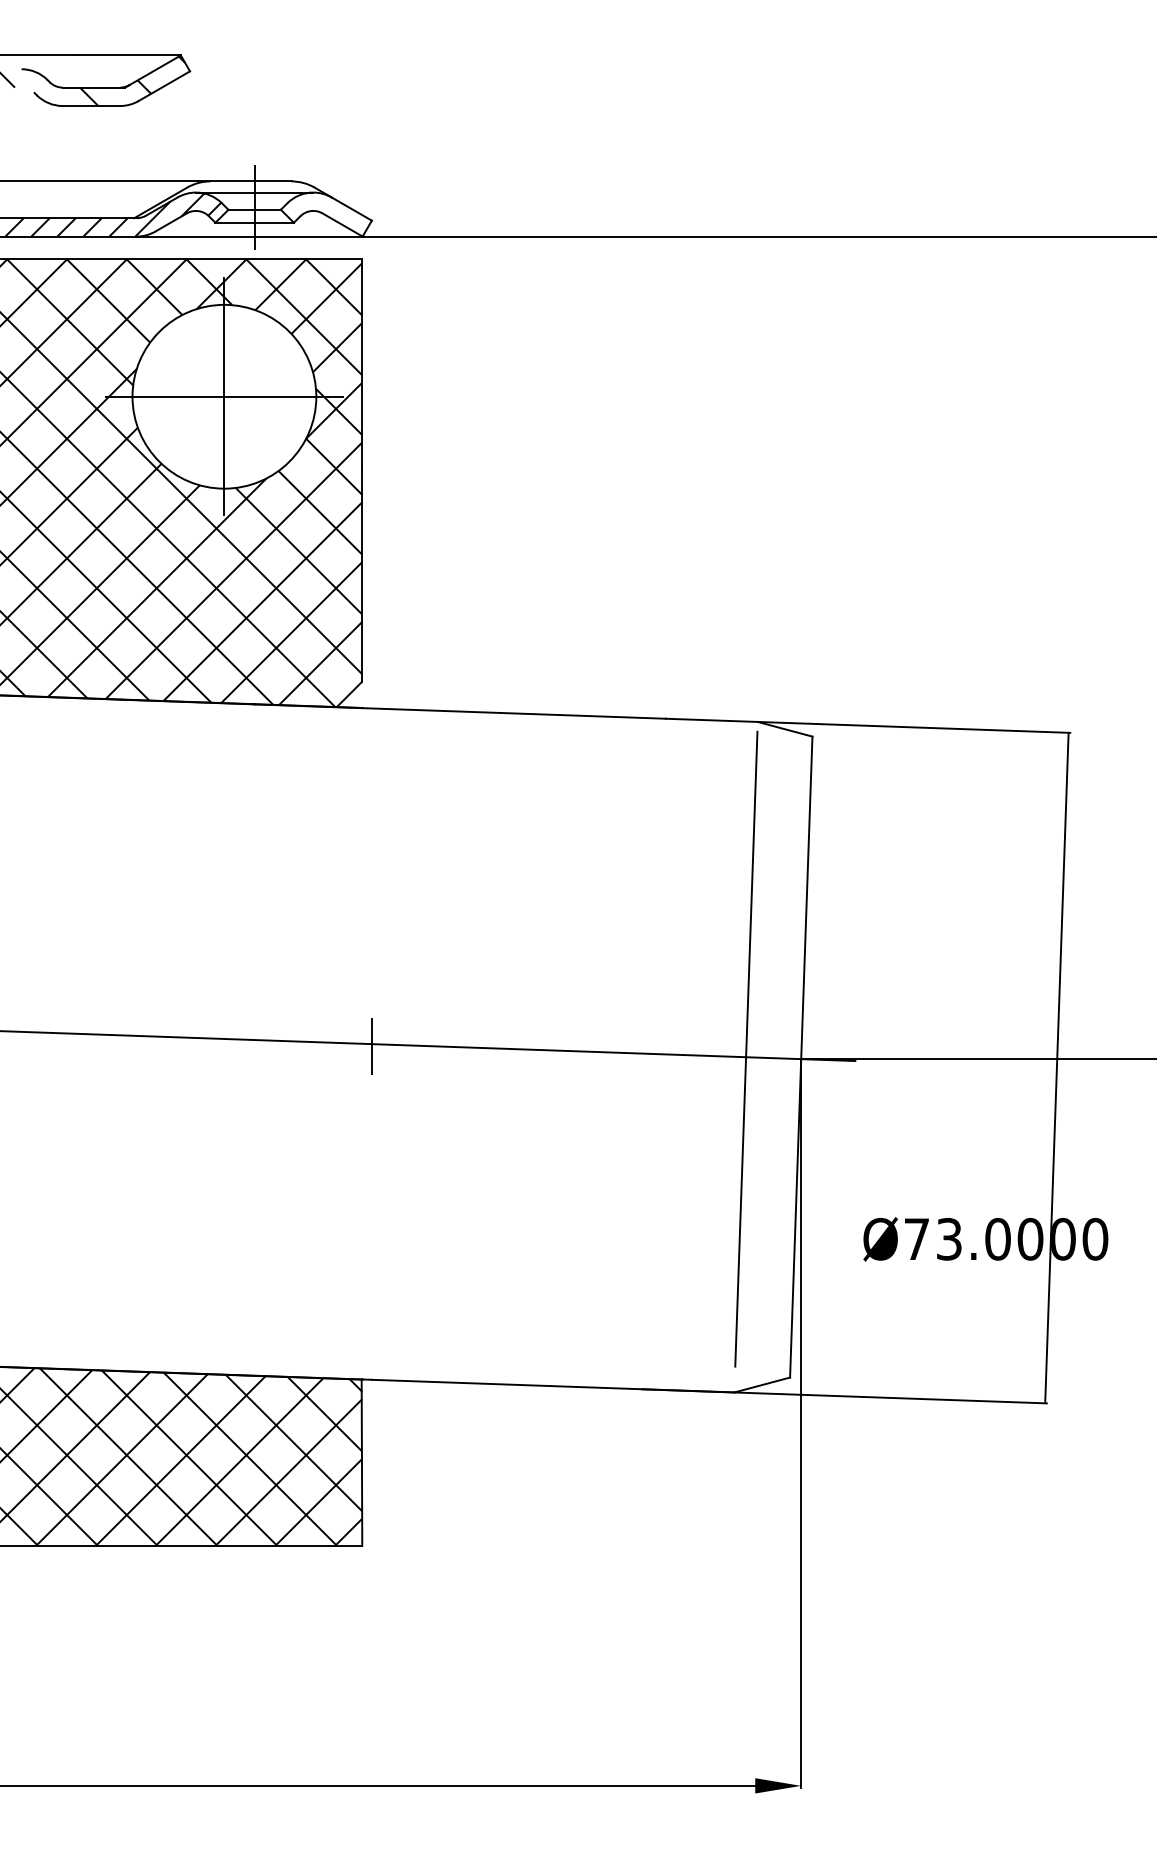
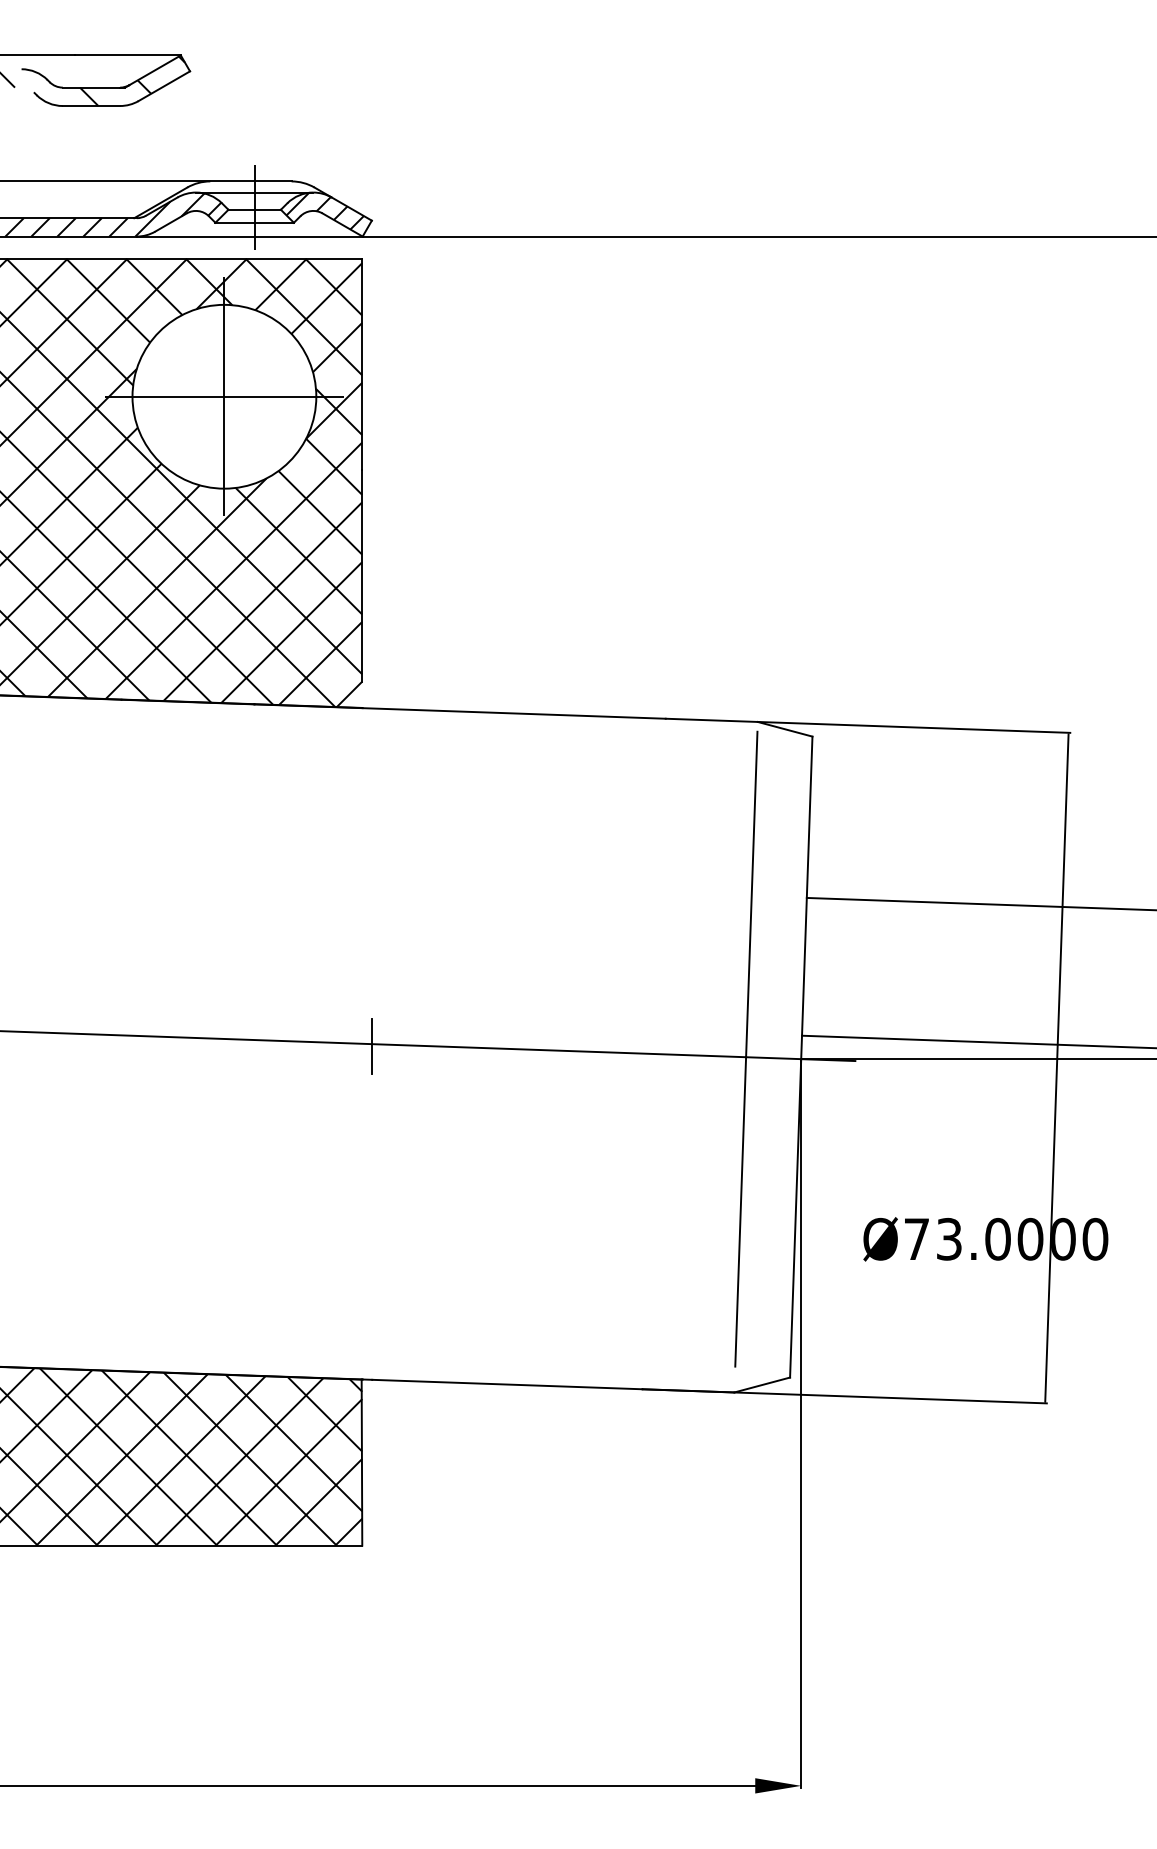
hatch at (324, 210): none -> present
line at (979, 903): none -> present
line at (977, 1041): none -> present
